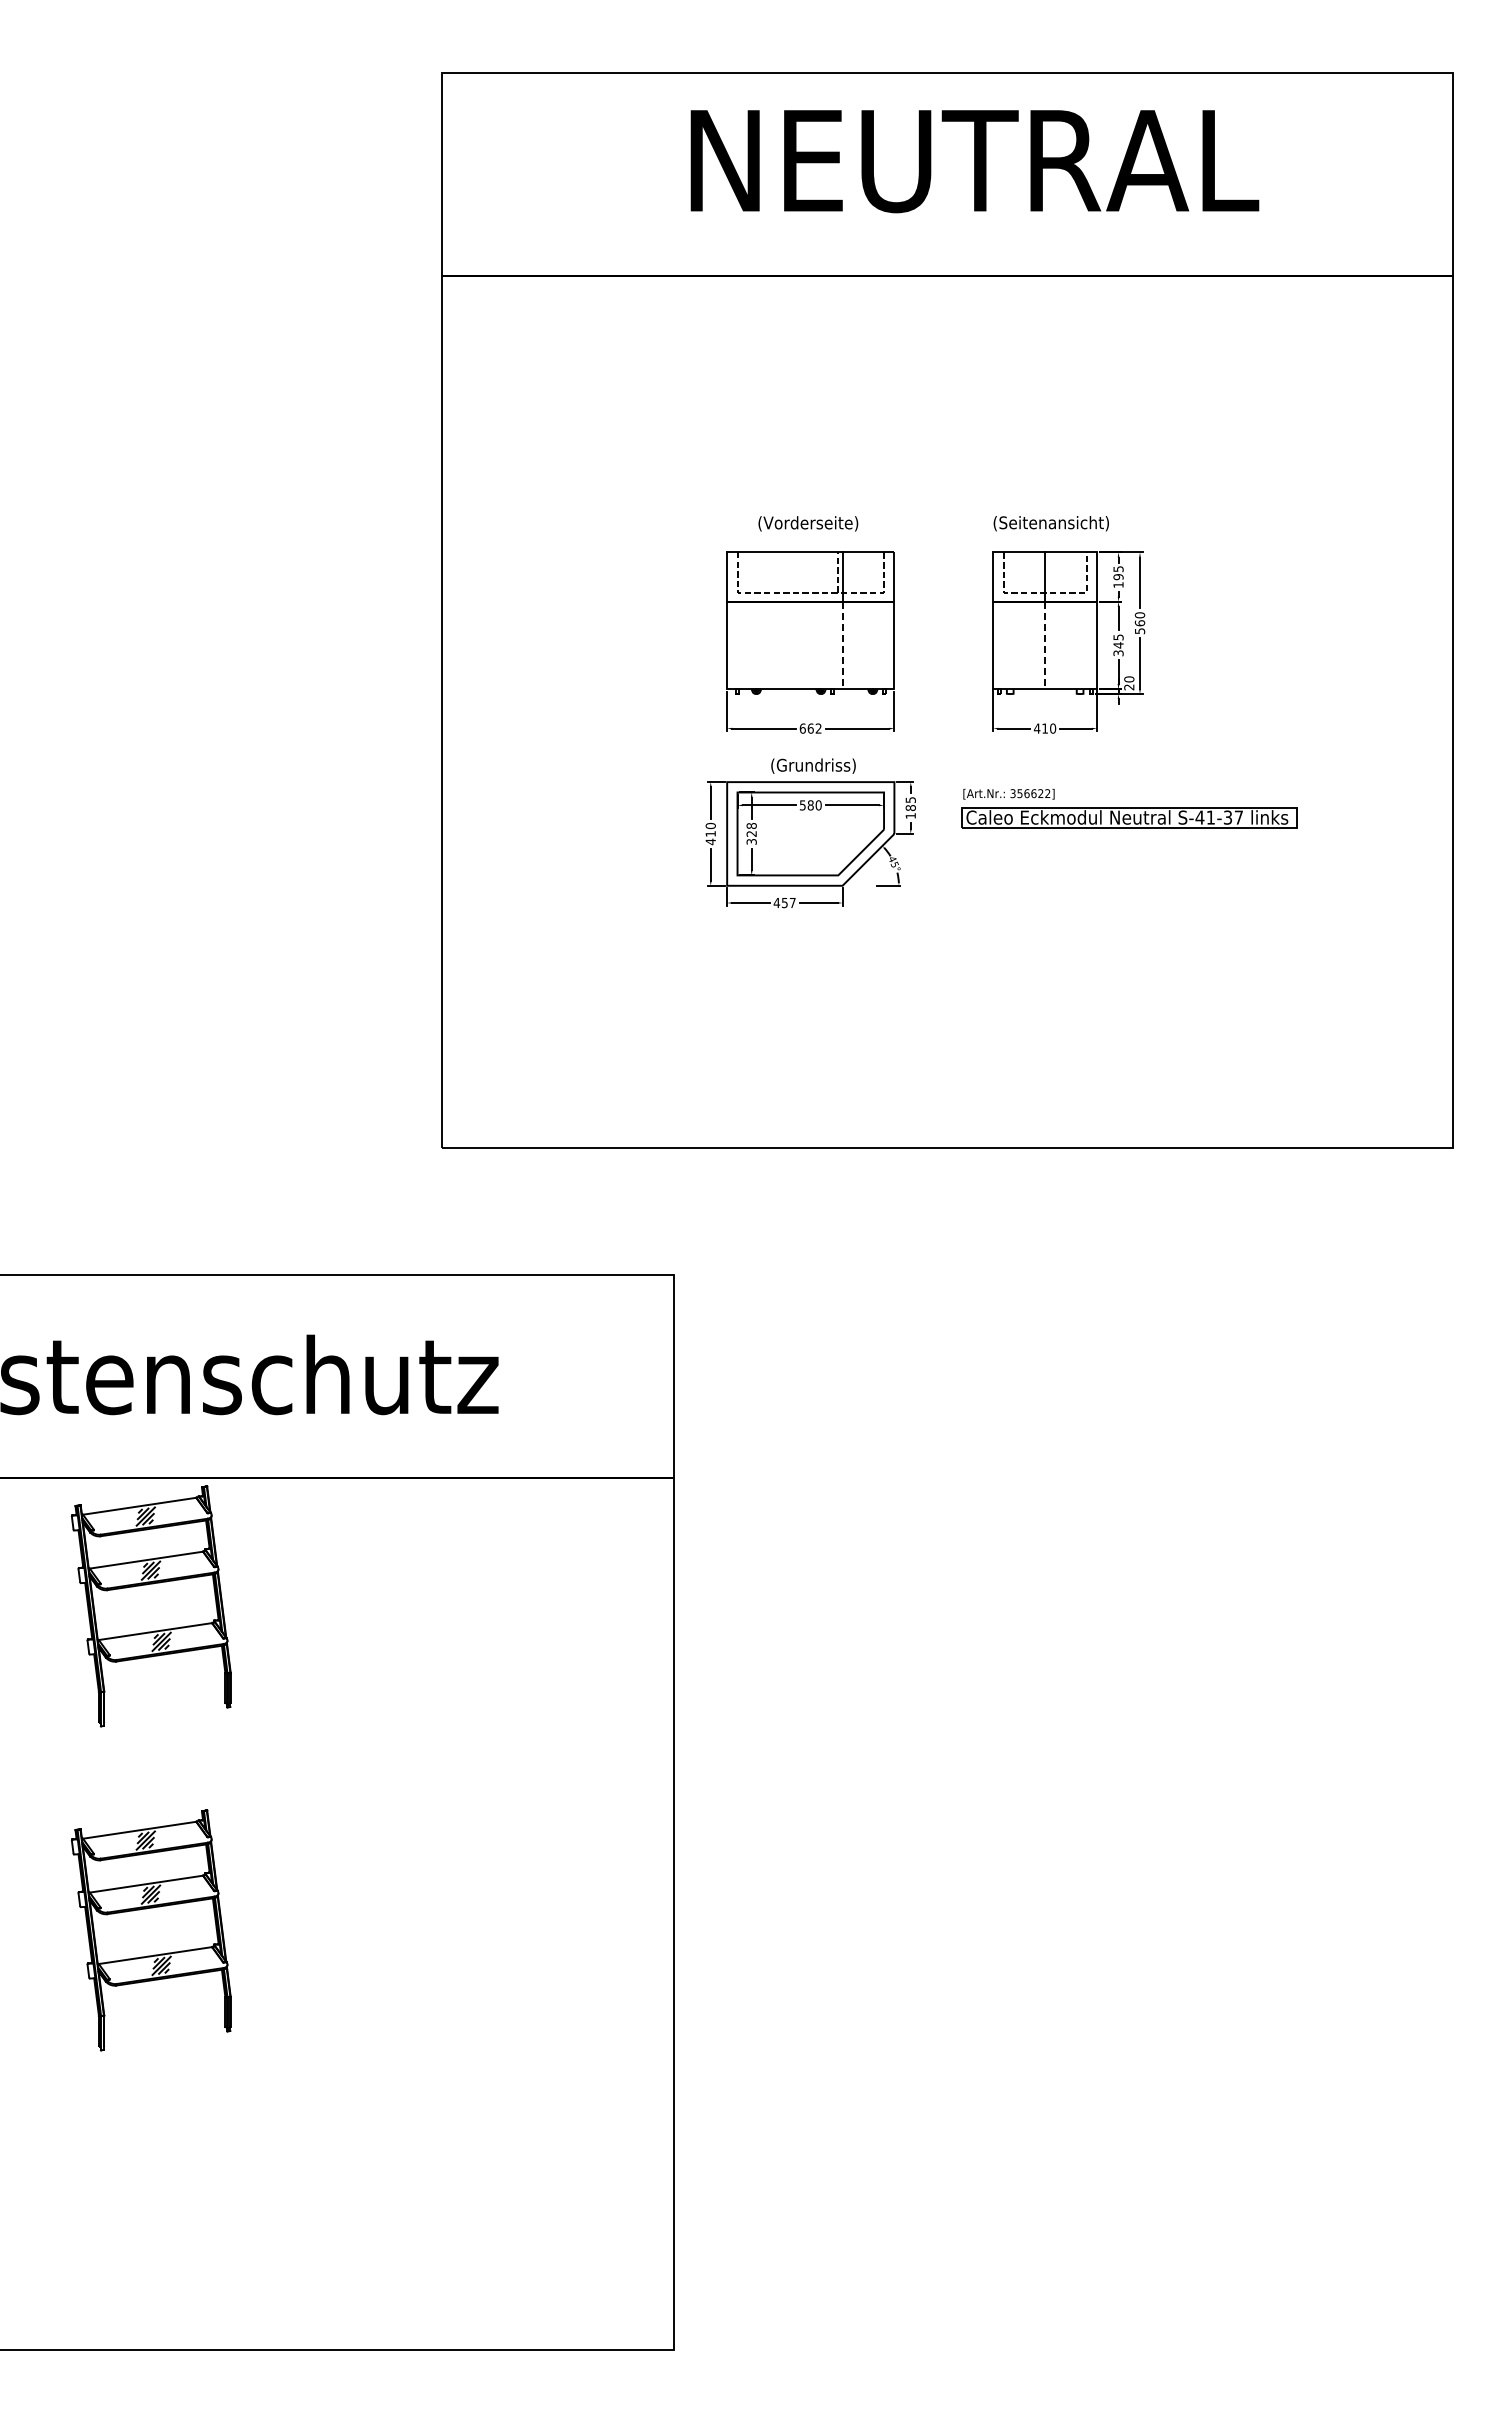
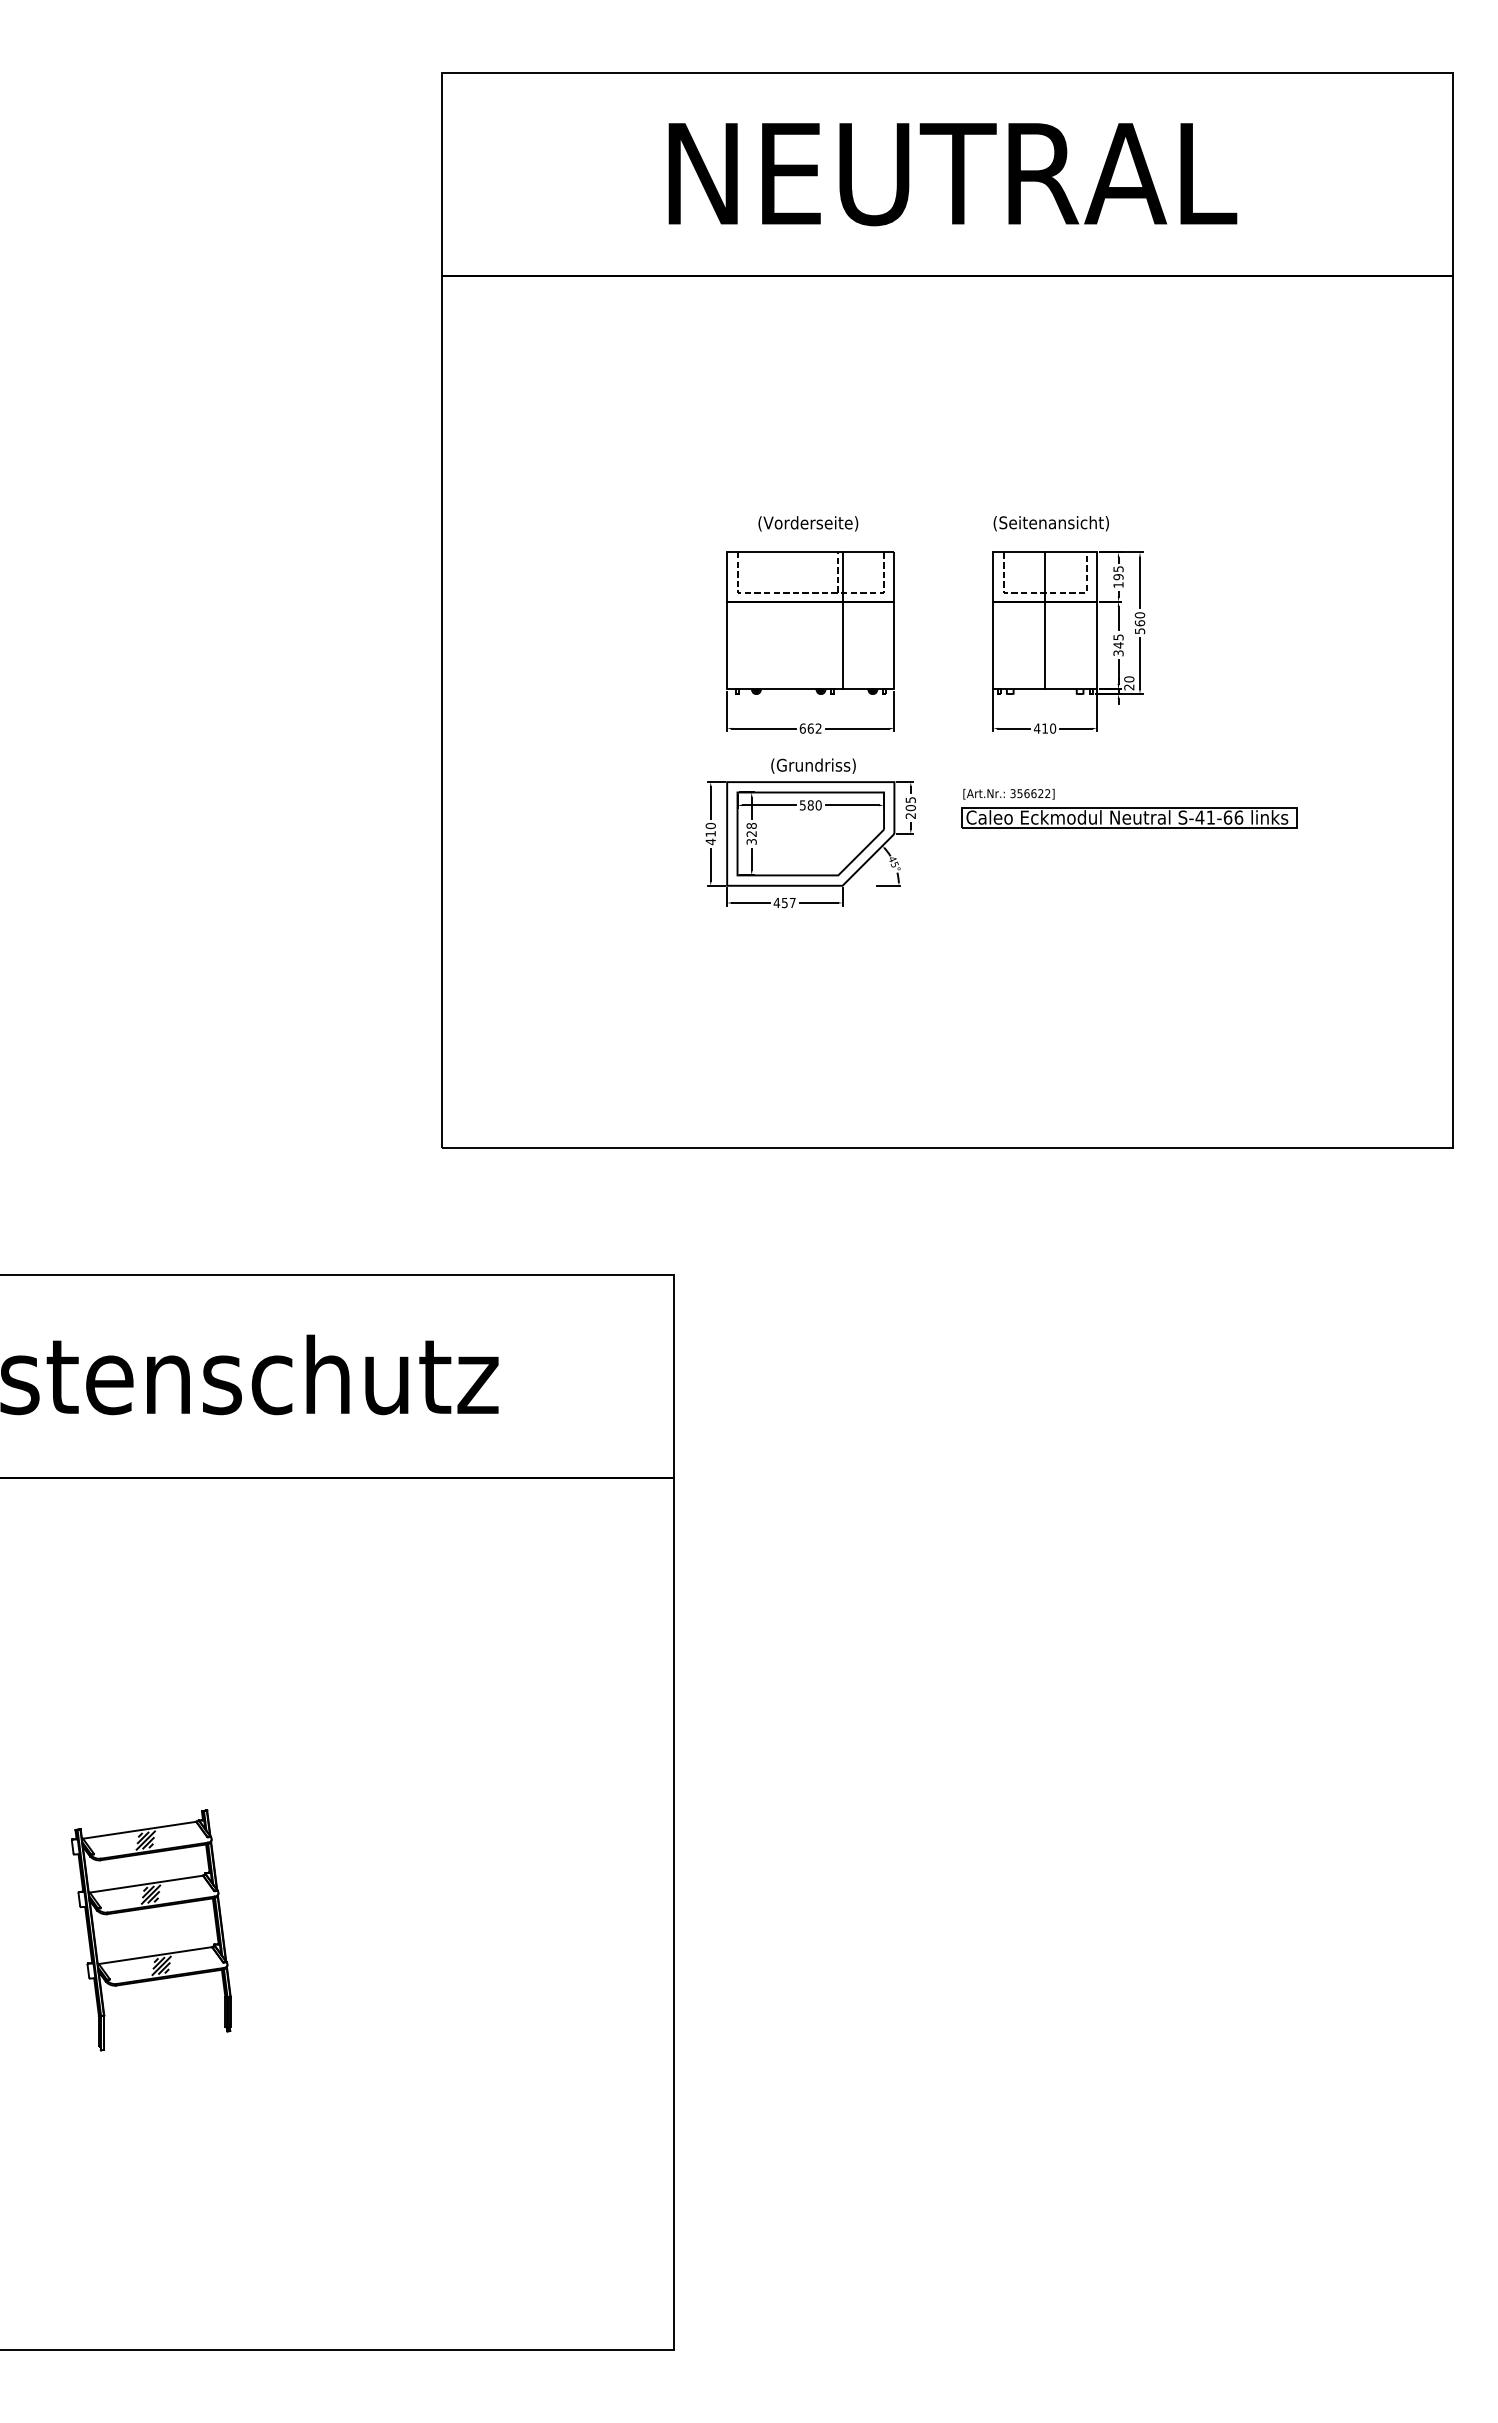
text at (974, 161) position: (974, 161) -> (952, 174)
line at (842, 645): dashed -> solid
line at (1045, 645): dashed -> solid
text at (910, 811): 185 -> 205
text at (1233, 817): S-41-37 -> S-41-66
part at (150, 1606): present -> none
